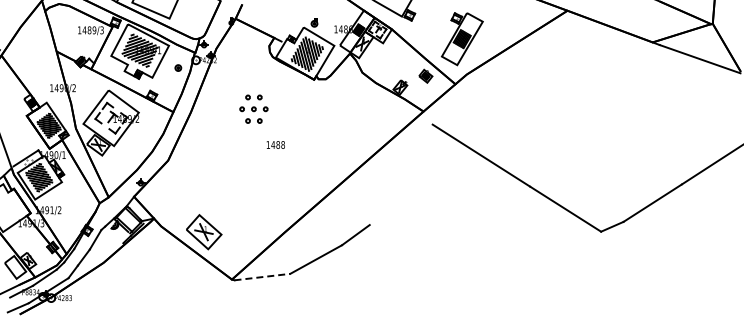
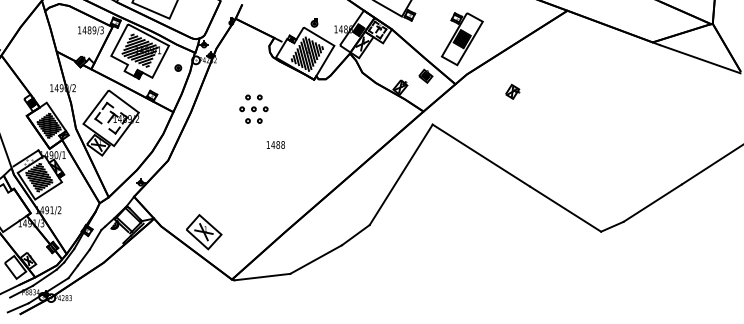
part at (512, 91): none -> present
line at (400, 174): none -> present
line at (262, 277): dashed -> solid
